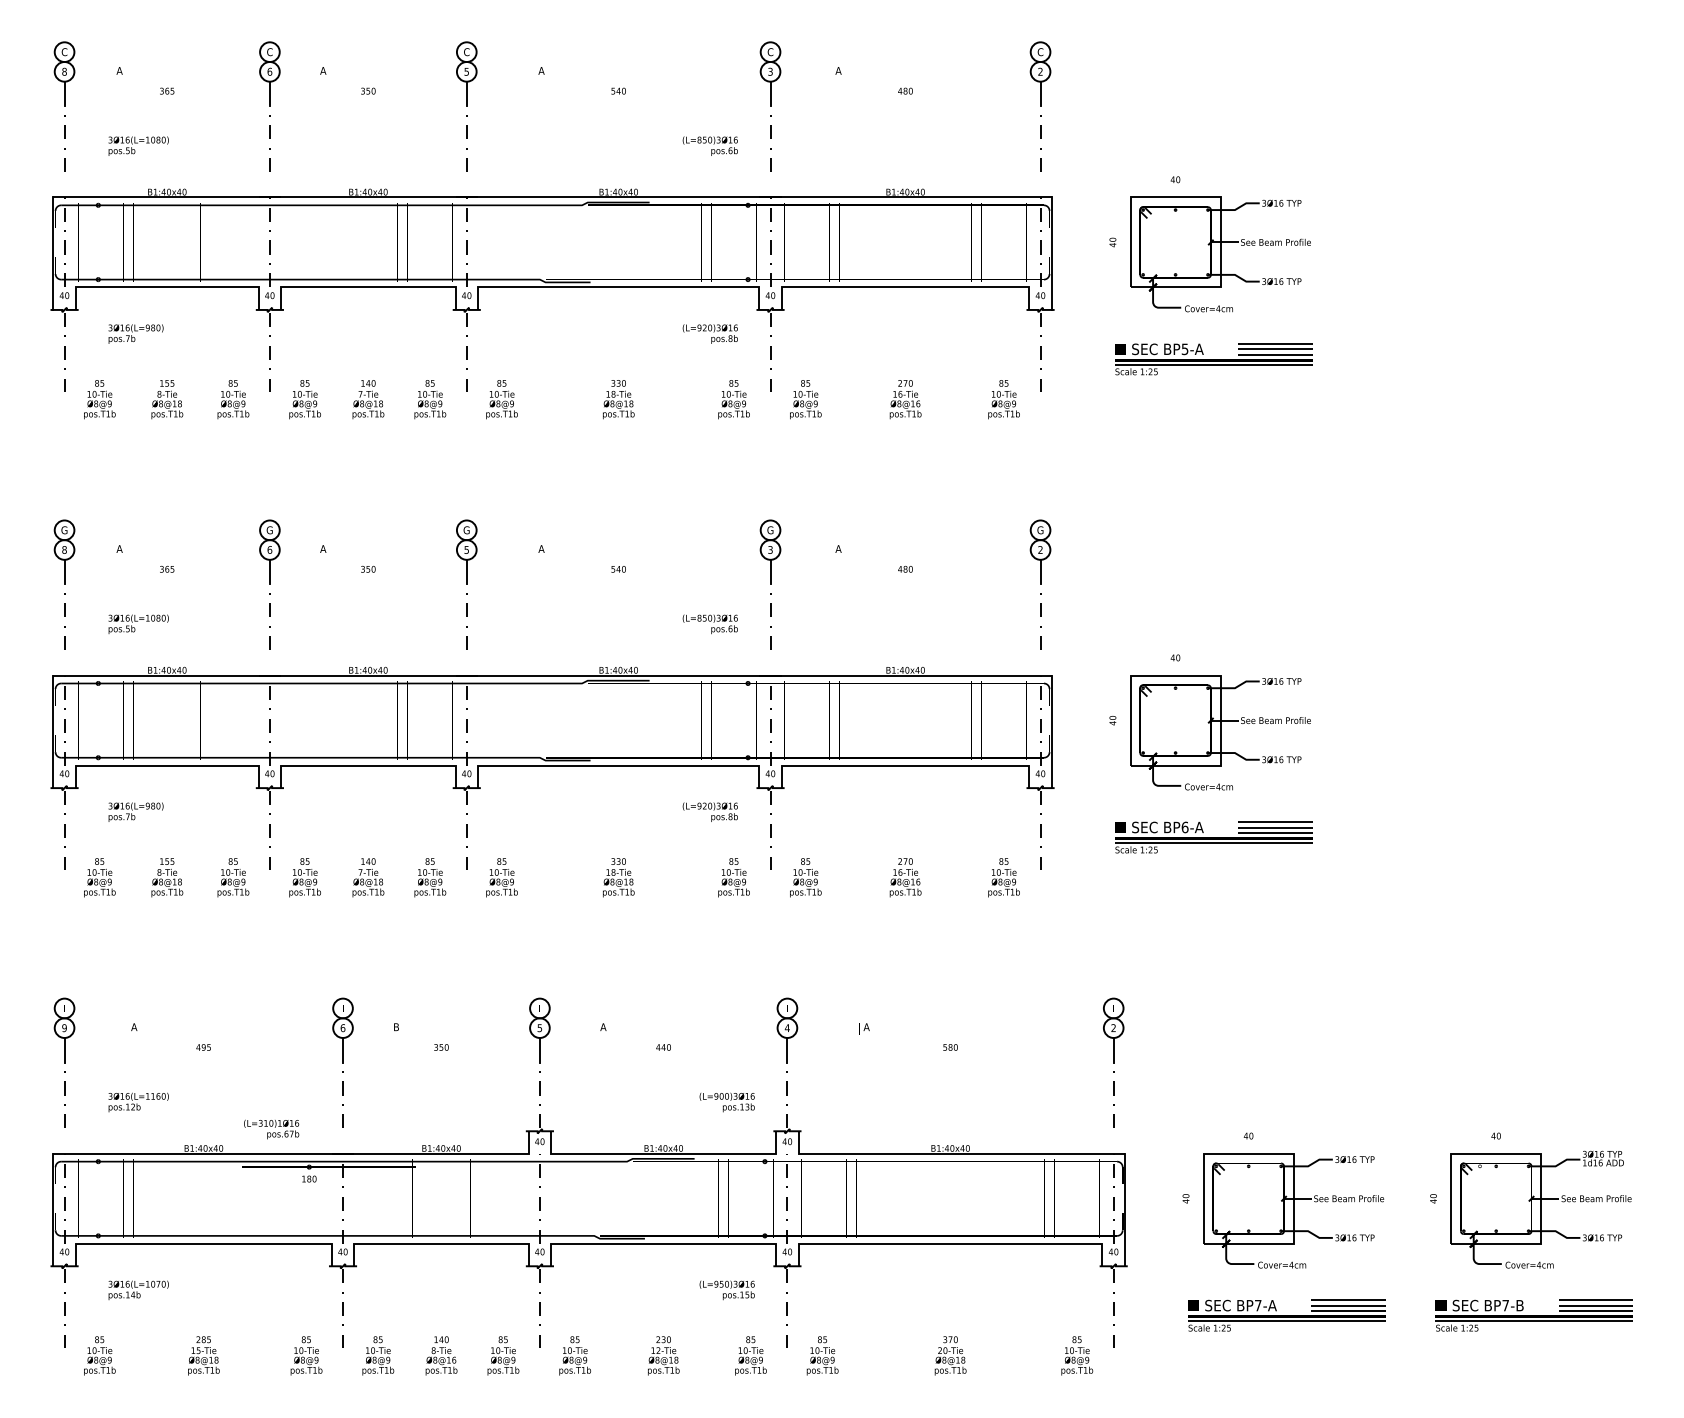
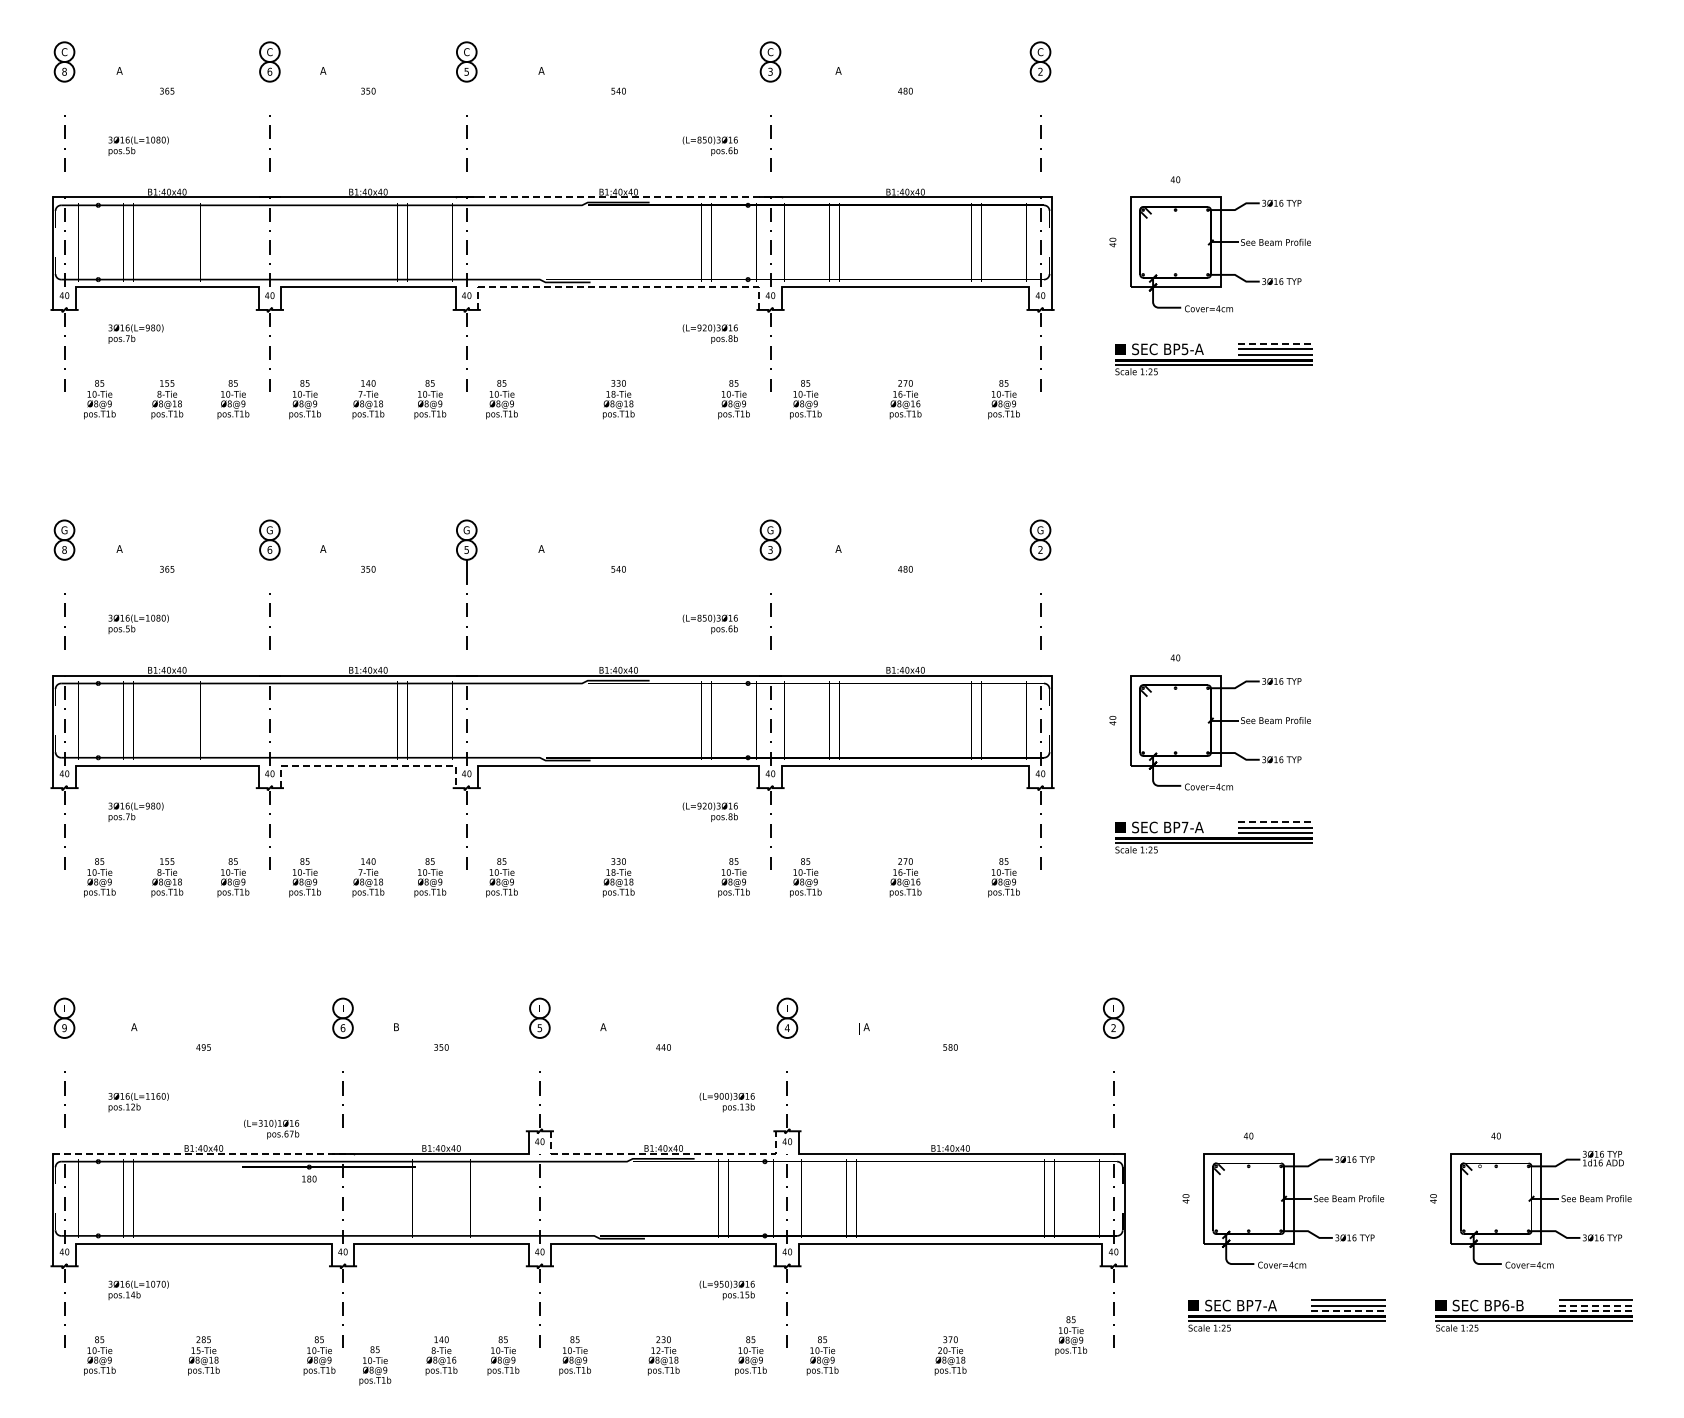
line at (64, 93): present -> none
line at (269, 93): present -> none
line at (466, 93): present -> none
line at (770, 93): present -> none
line at (1040, 93): present -> none
line at (619, 197): solid -> dashed
line at (618, 287): solid -> dashed
line at (1275, 343): solid -> dashed
line at (64, 571): present -> none
line at (269, 571): present -> none
line at (770, 571): present -> none
line at (1040, 571): present -> none
line at (368, 765): solid -> dashed
line at (1275, 821): solid -> dashed
text at (1184, 827): BP6-A -> BP7-A
line at (64, 1050): present -> none
line at (343, 1050): present -> none
line at (539, 1050): present -> none
line at (787, 1050): present -> none
line at (1113, 1050): present -> none
line at (204, 1153): solid -> dashed
line at (663, 1153): solid -> dashed
text at (1505, 1305): BP7-B -> BP6-B
line at (1596, 1305): solid -> dashed
line at (1349, 1311): solid -> dashed
line at (1596, 1311): solid -> dashed
text at (306, 1355) position: (306, 1355) -> (319, 1355)
text at (378, 1355) position: (378, 1355) -> (375, 1365)
text at (1077, 1355) position: (1077, 1355) -> (1071, 1335)
